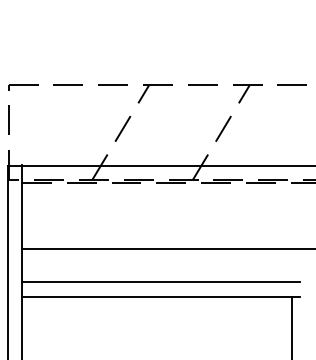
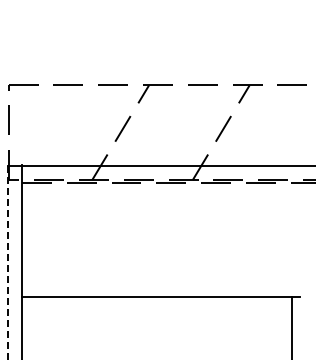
line at (166, 249): present -> none
line at (7, 262): solid -> dashed
line at (160, 282): present -> none
